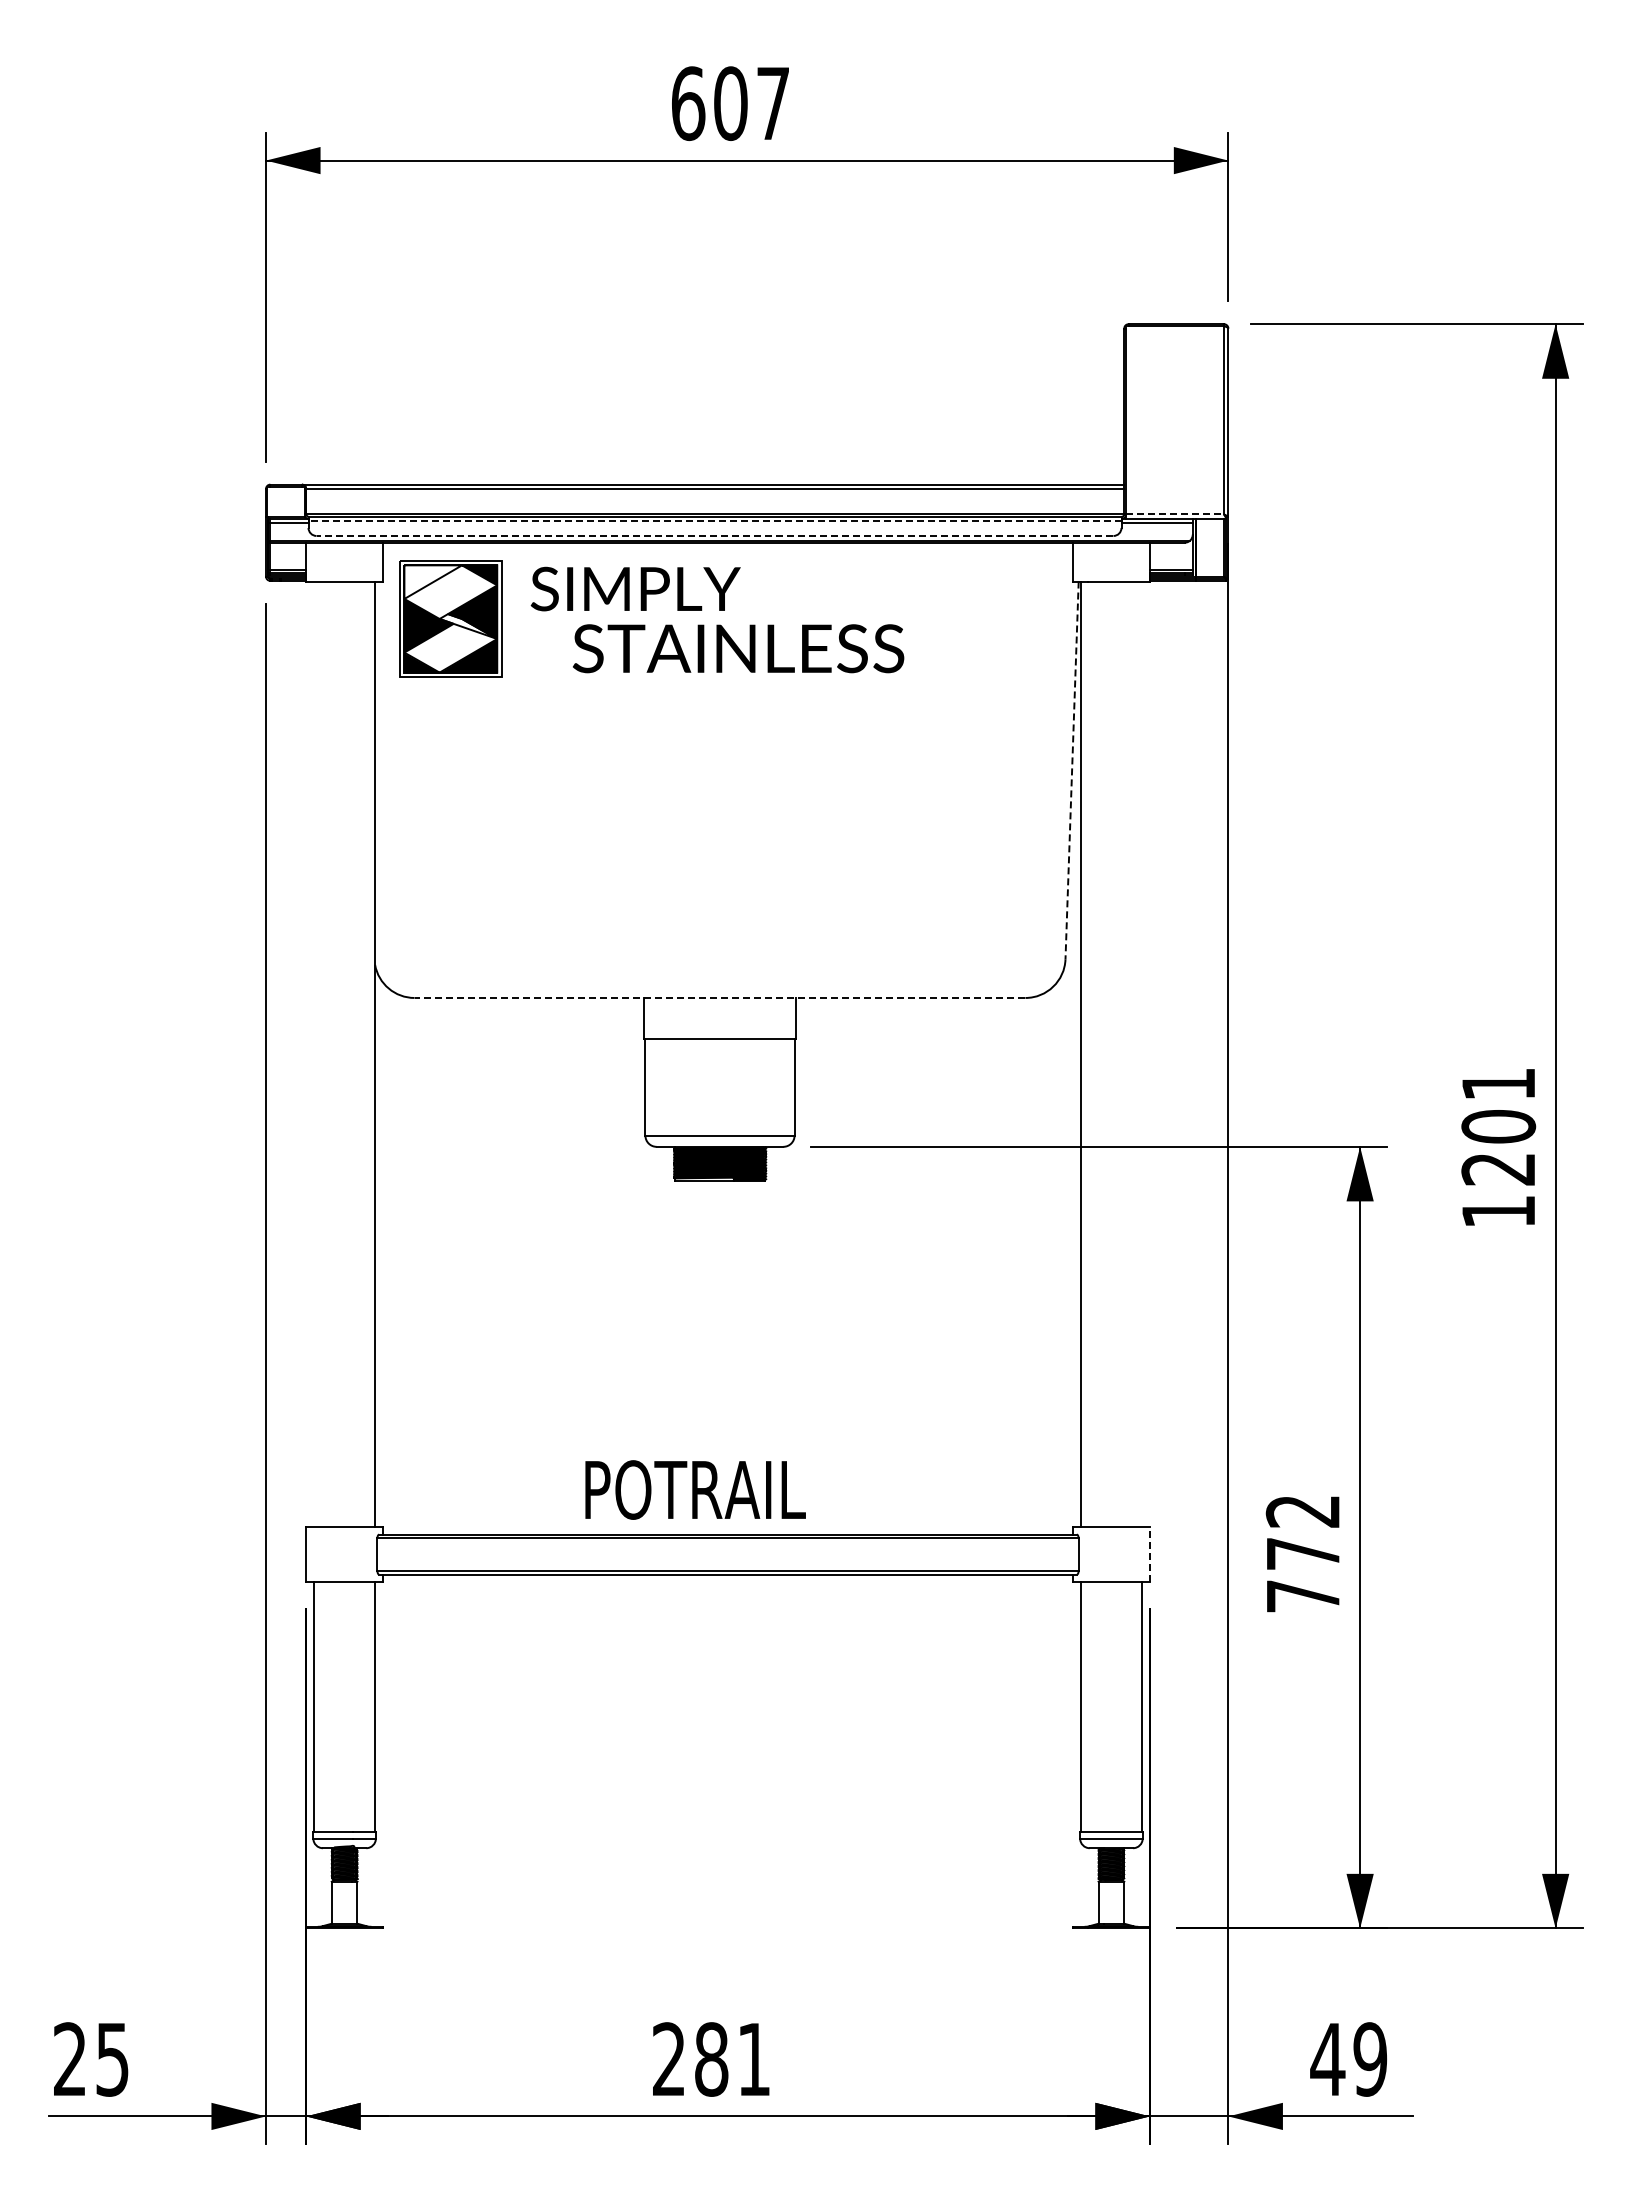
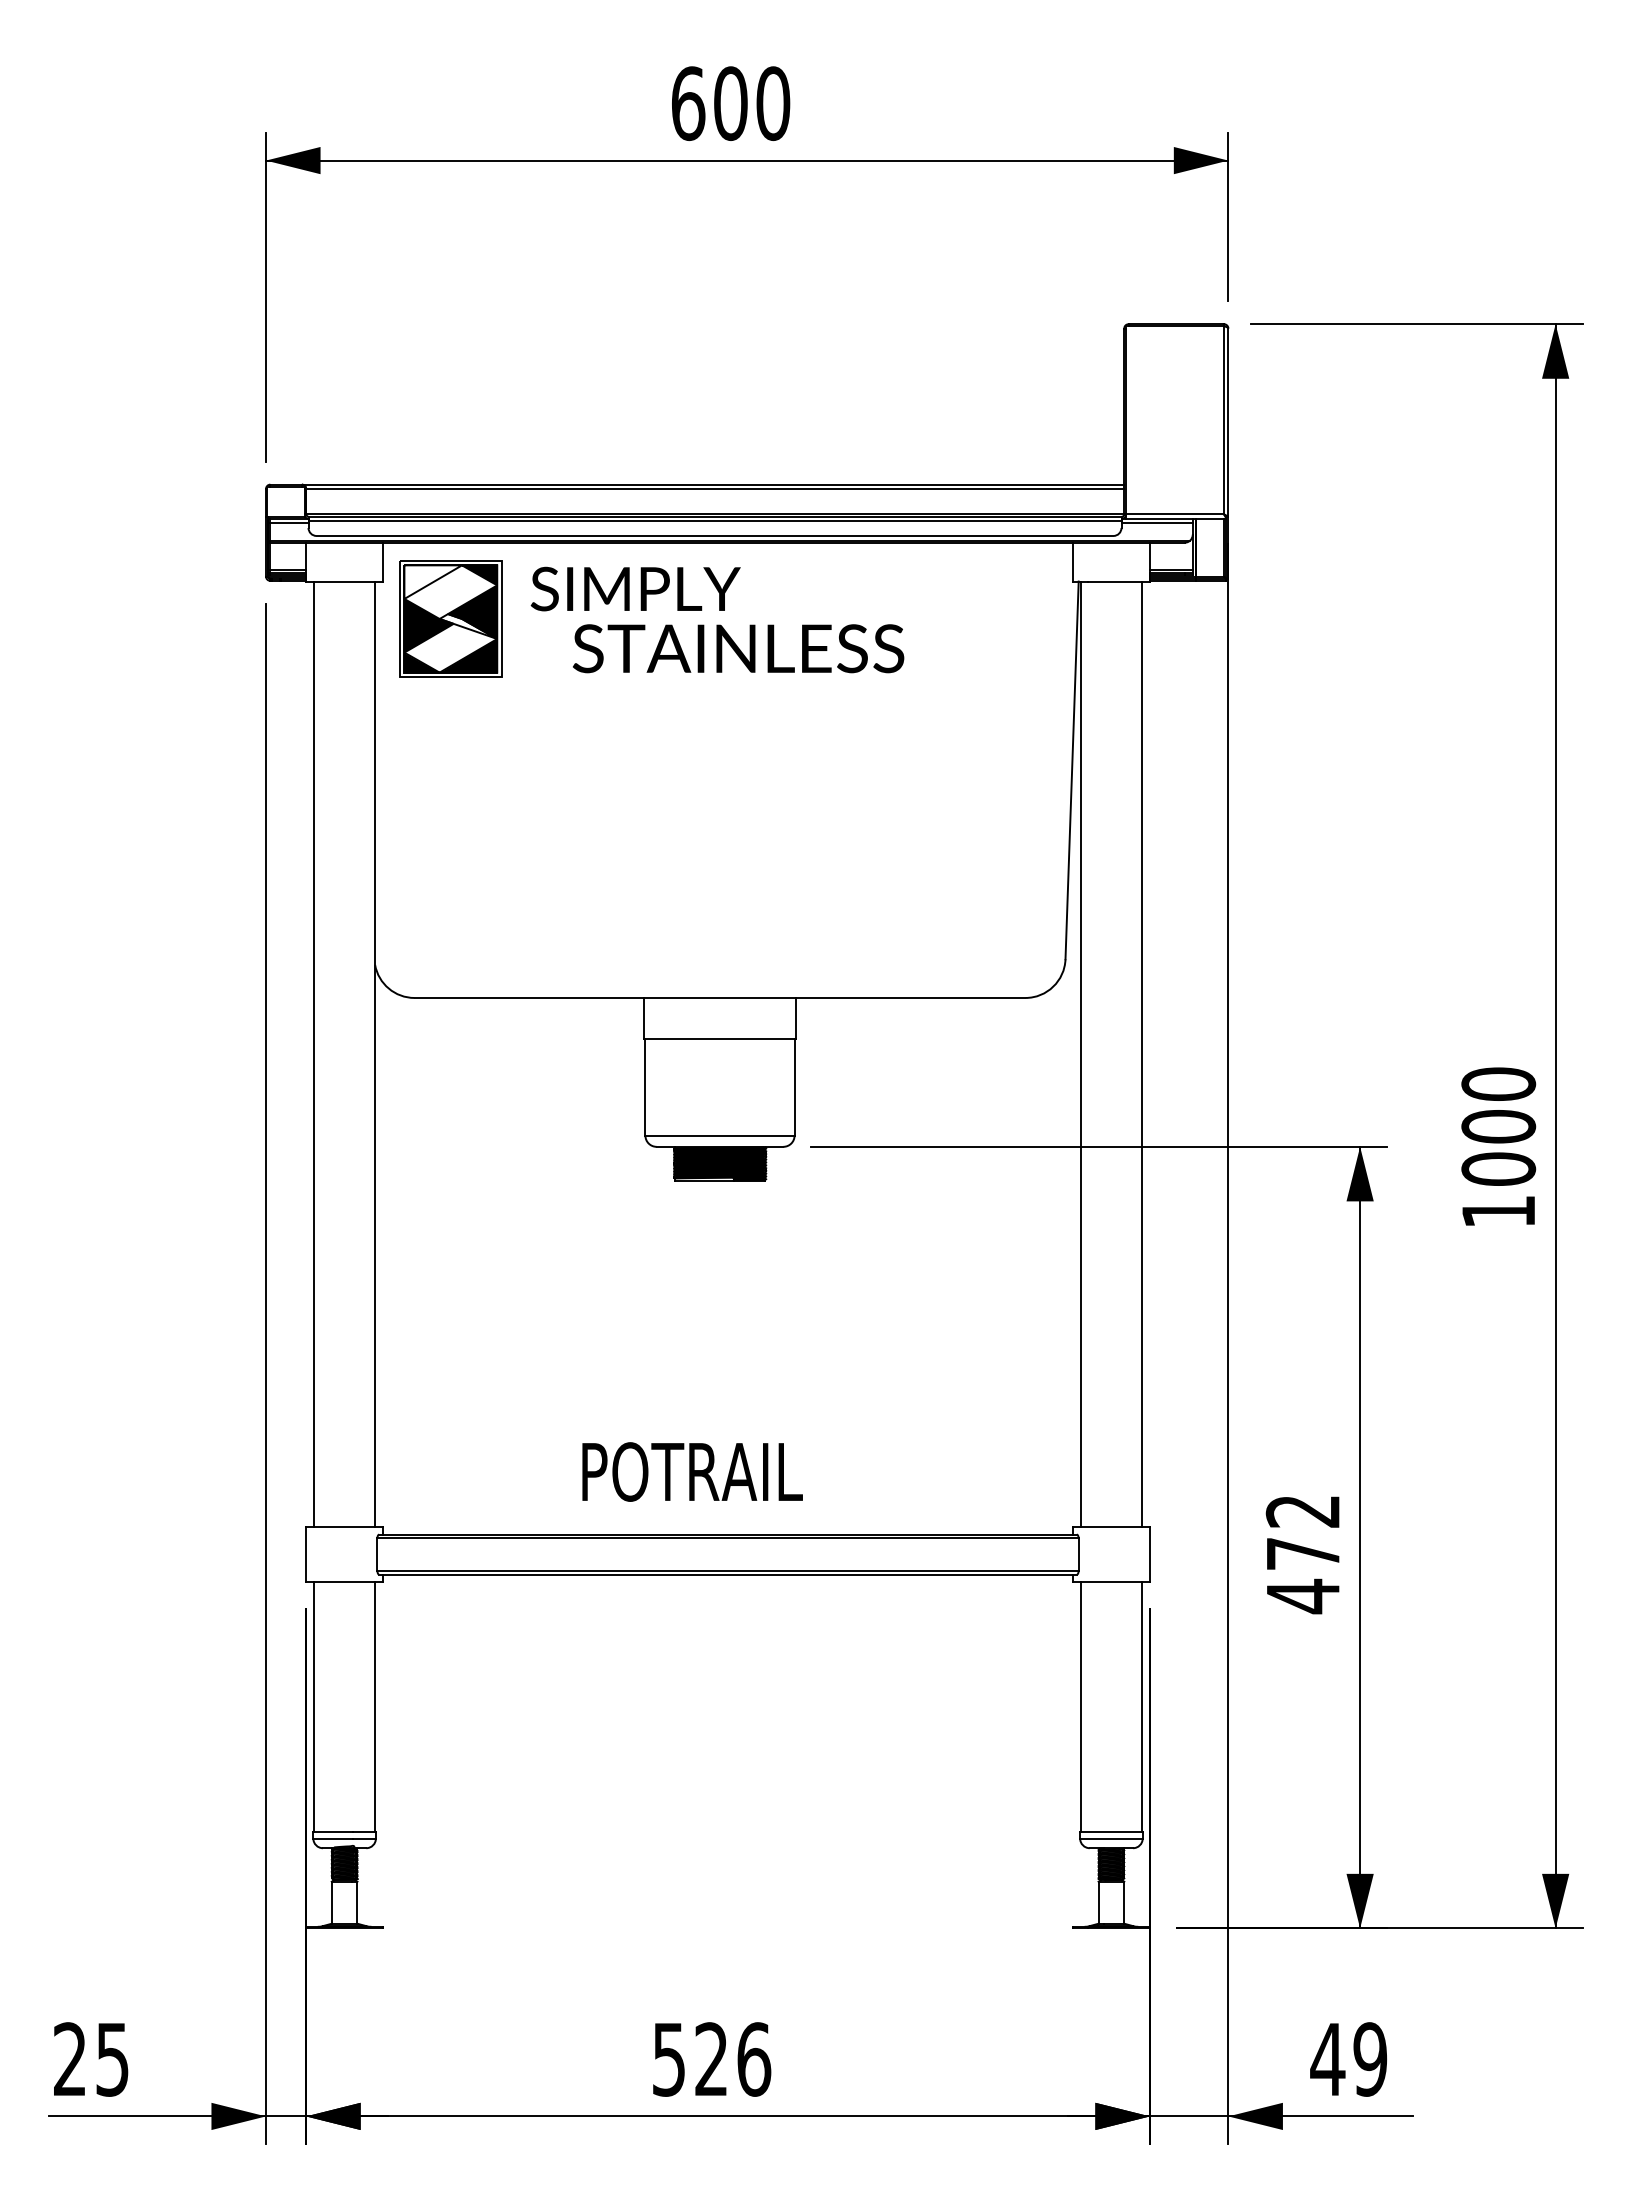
text at (773, 103): 607 -> 600
line at (1175, 514): dashed -> solid
line at (714, 521): dashed -> solid
line at (714, 535): dashed -> solid
line at (1072, 770): dashed -> solid
line at (719, 997): dashed -> solid
line at (314, 1054): none -> present
line at (1141, 1054): none -> present
text at (1498, 1126): 1201 -> 1000
text at (695, 1489) position: (695, 1489) -> (692, 1471)
line at (1149, 1554): dashed -> solid
text at (1303, 1596): 772 -> 472
text at (712, 2059): 281 -> 526
